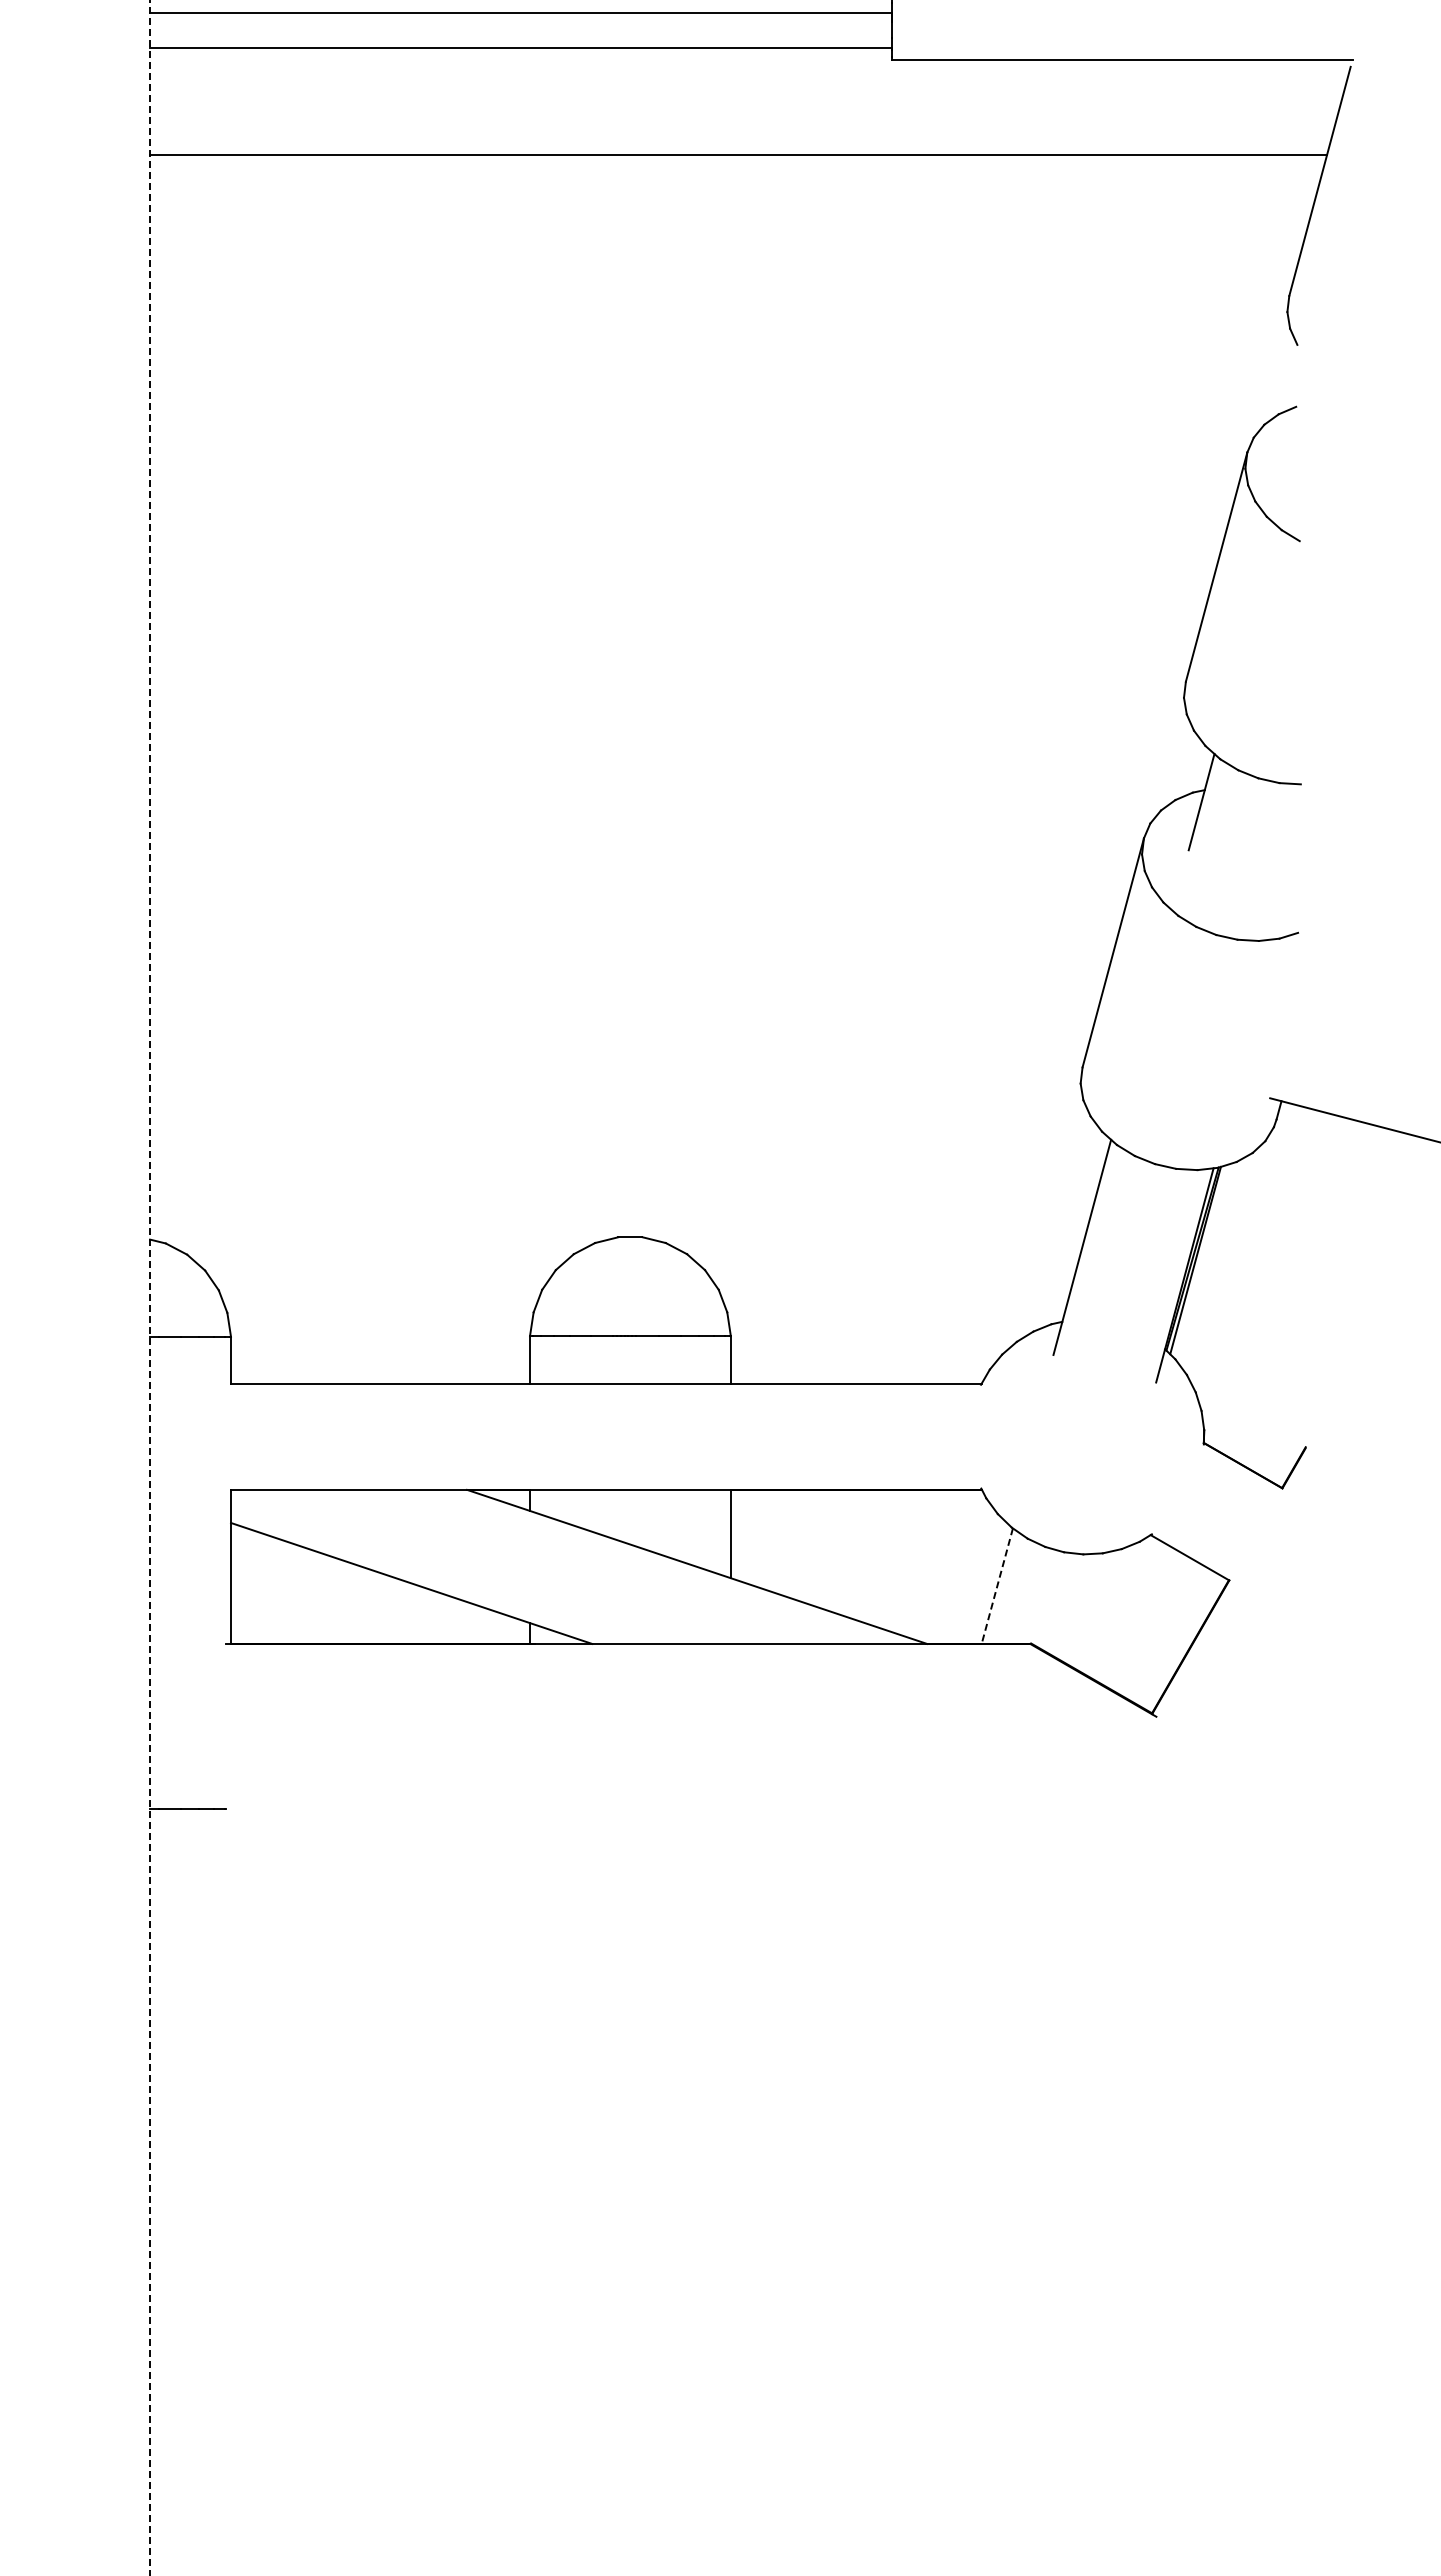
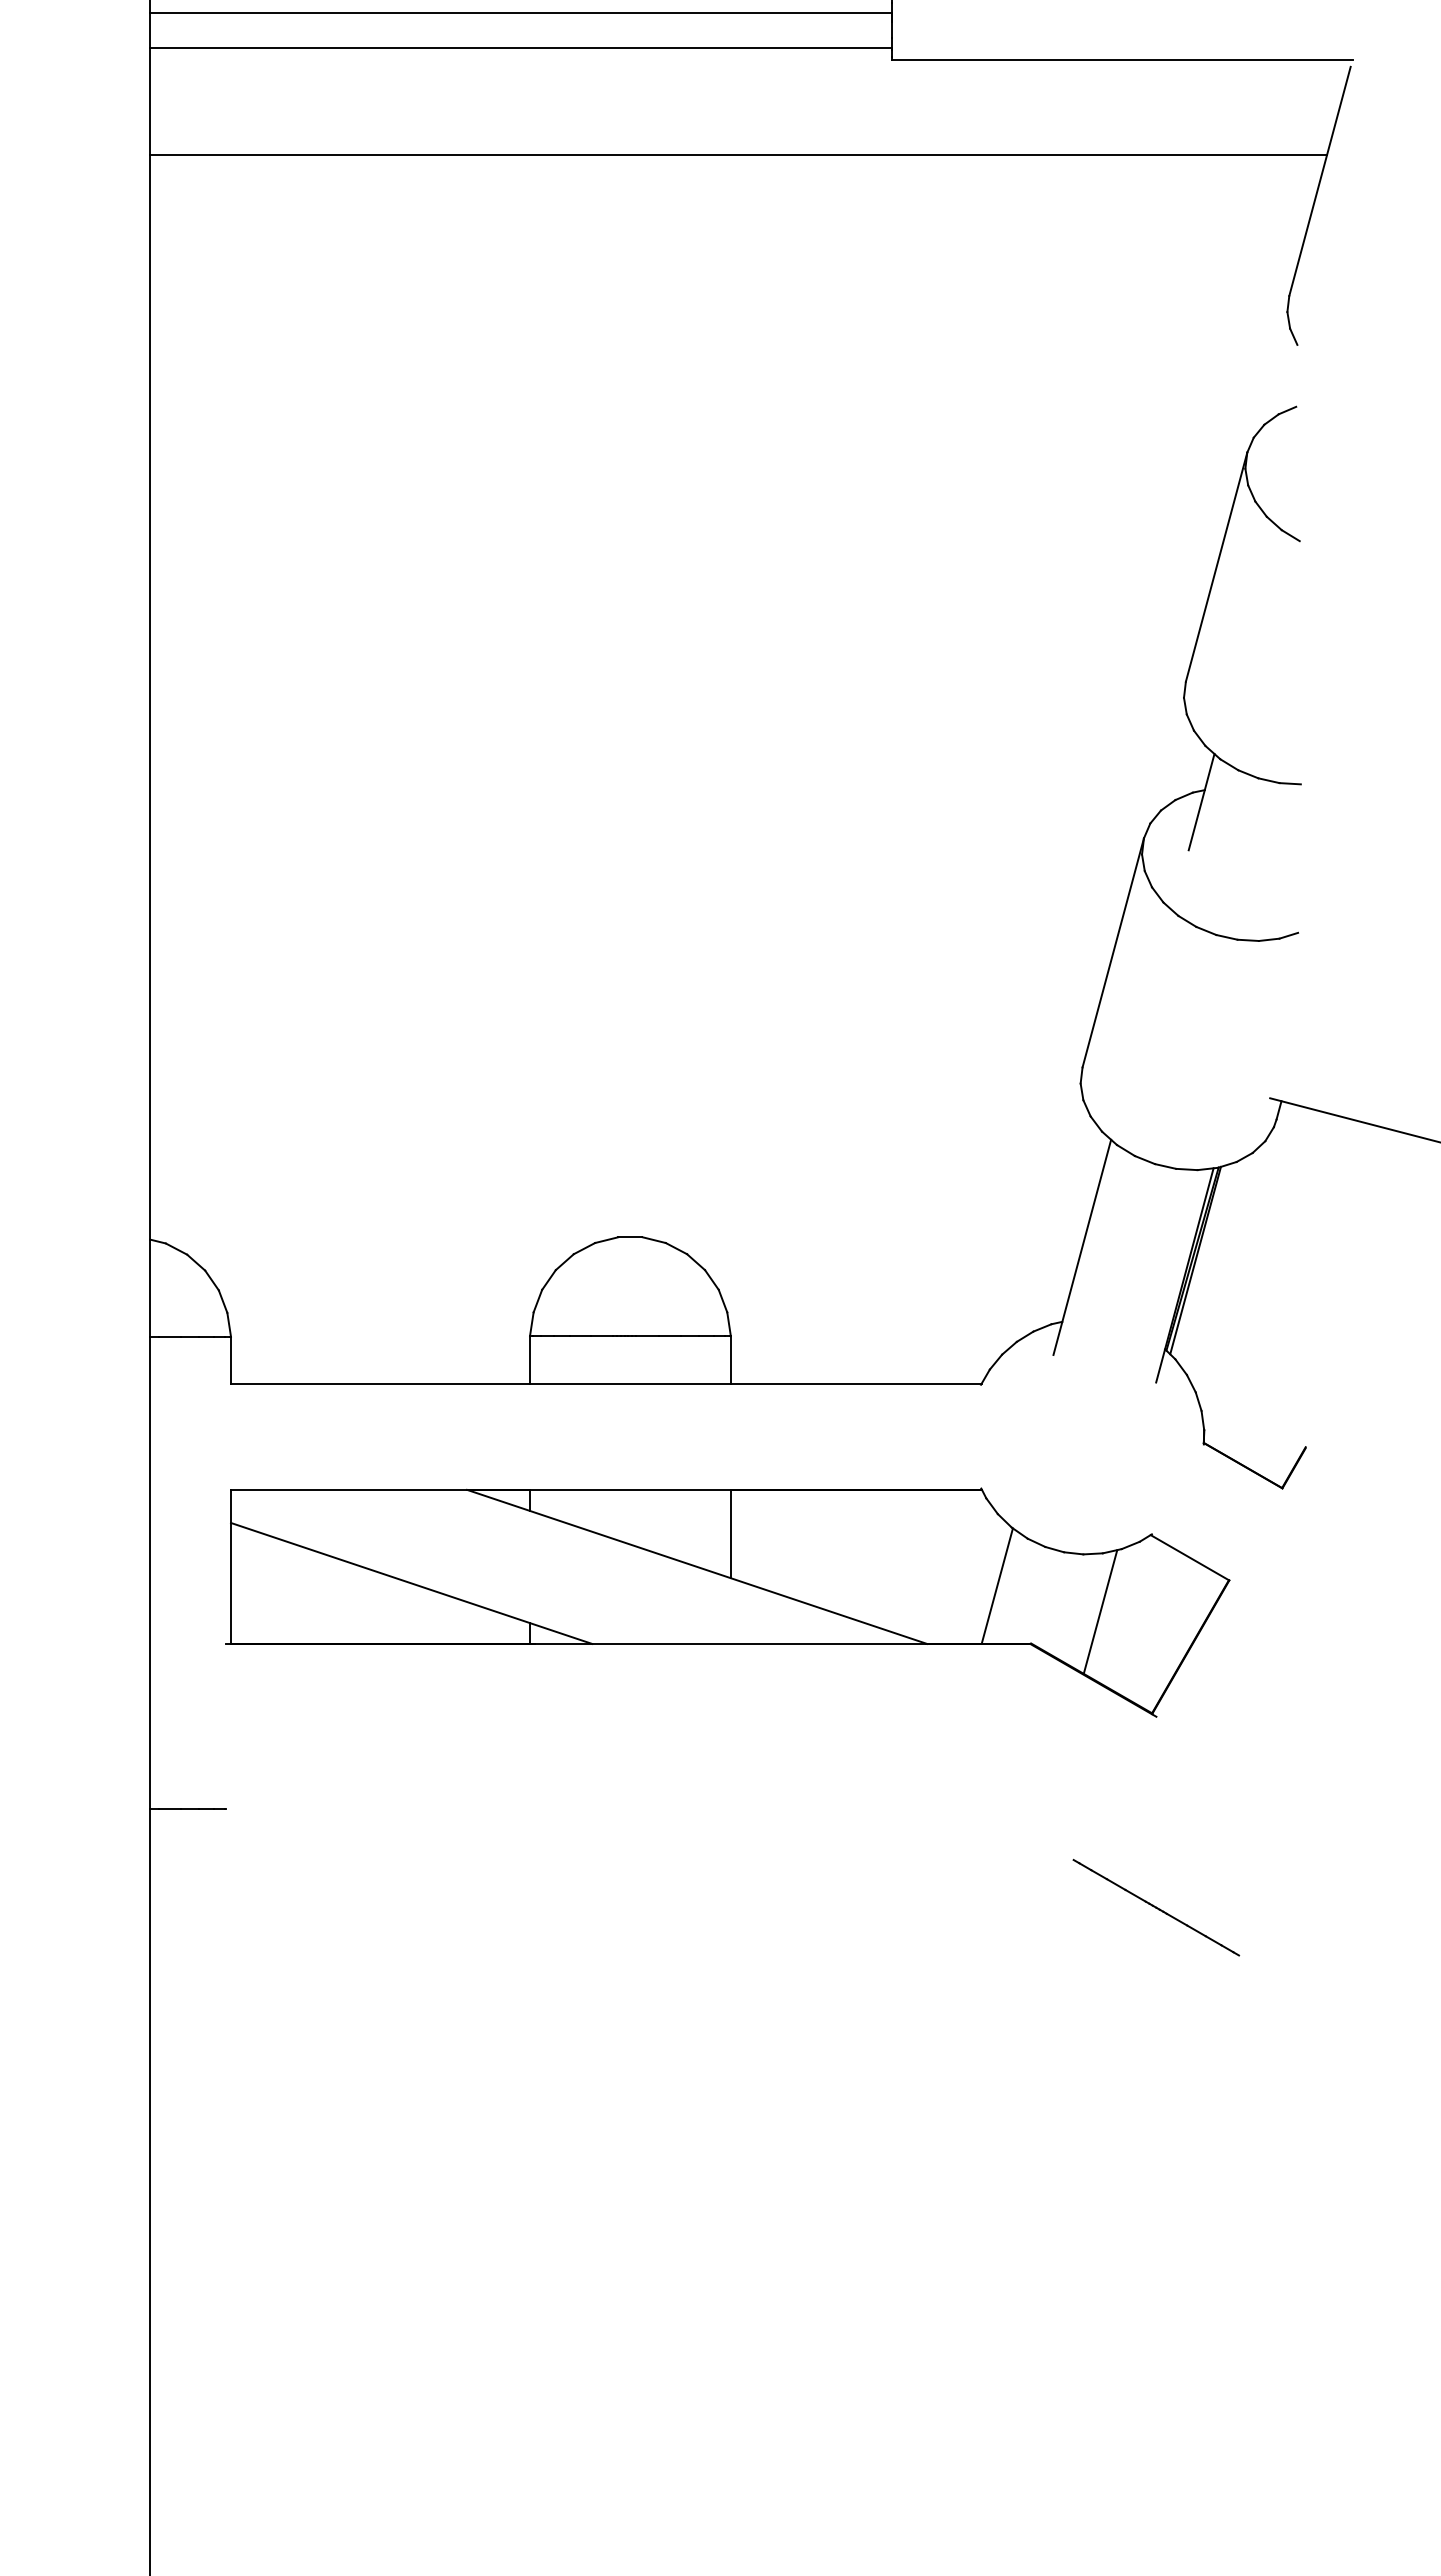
line at (150, 1288): dashed -> solid
line at (997, 1585): dashed -> solid
line at (1100, 1611): none -> present
line at (1156, 1907): none -> present
